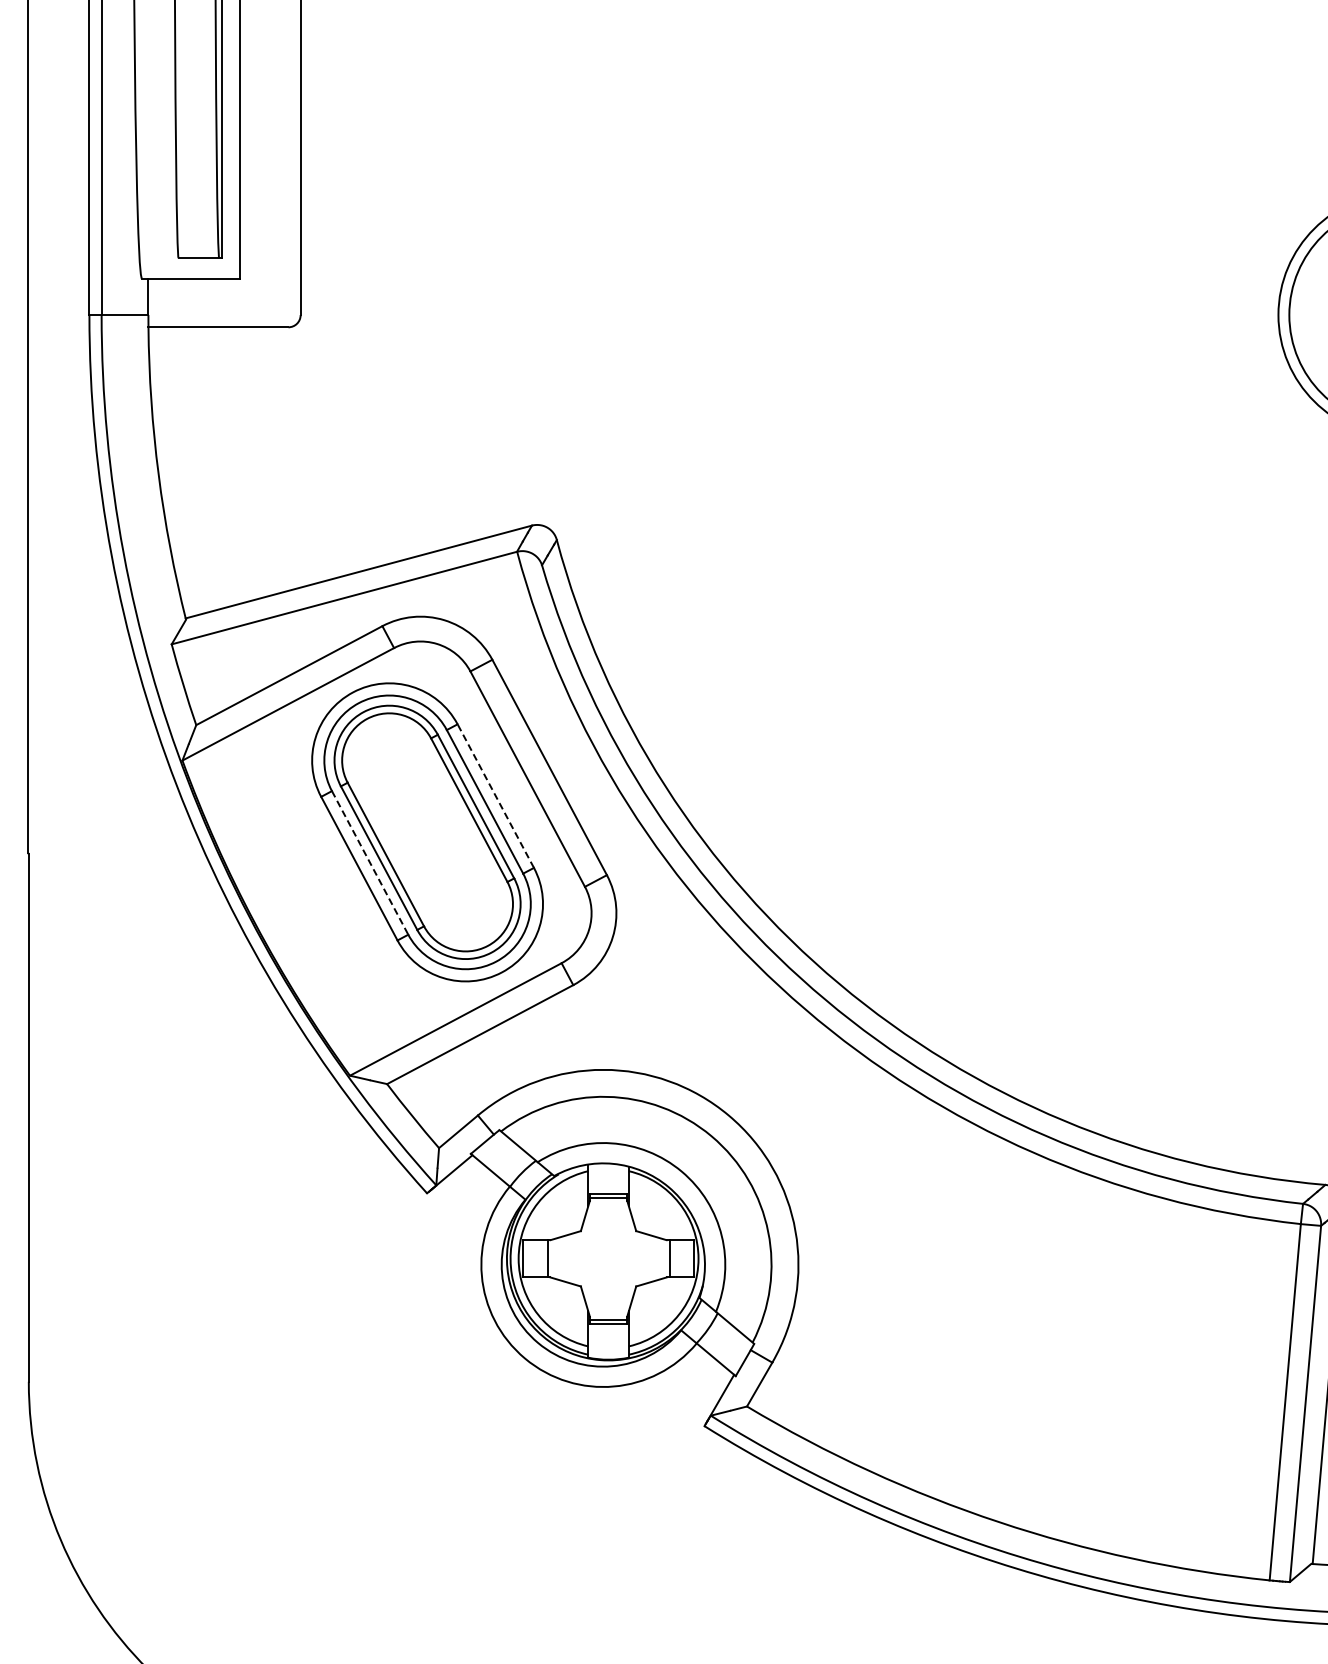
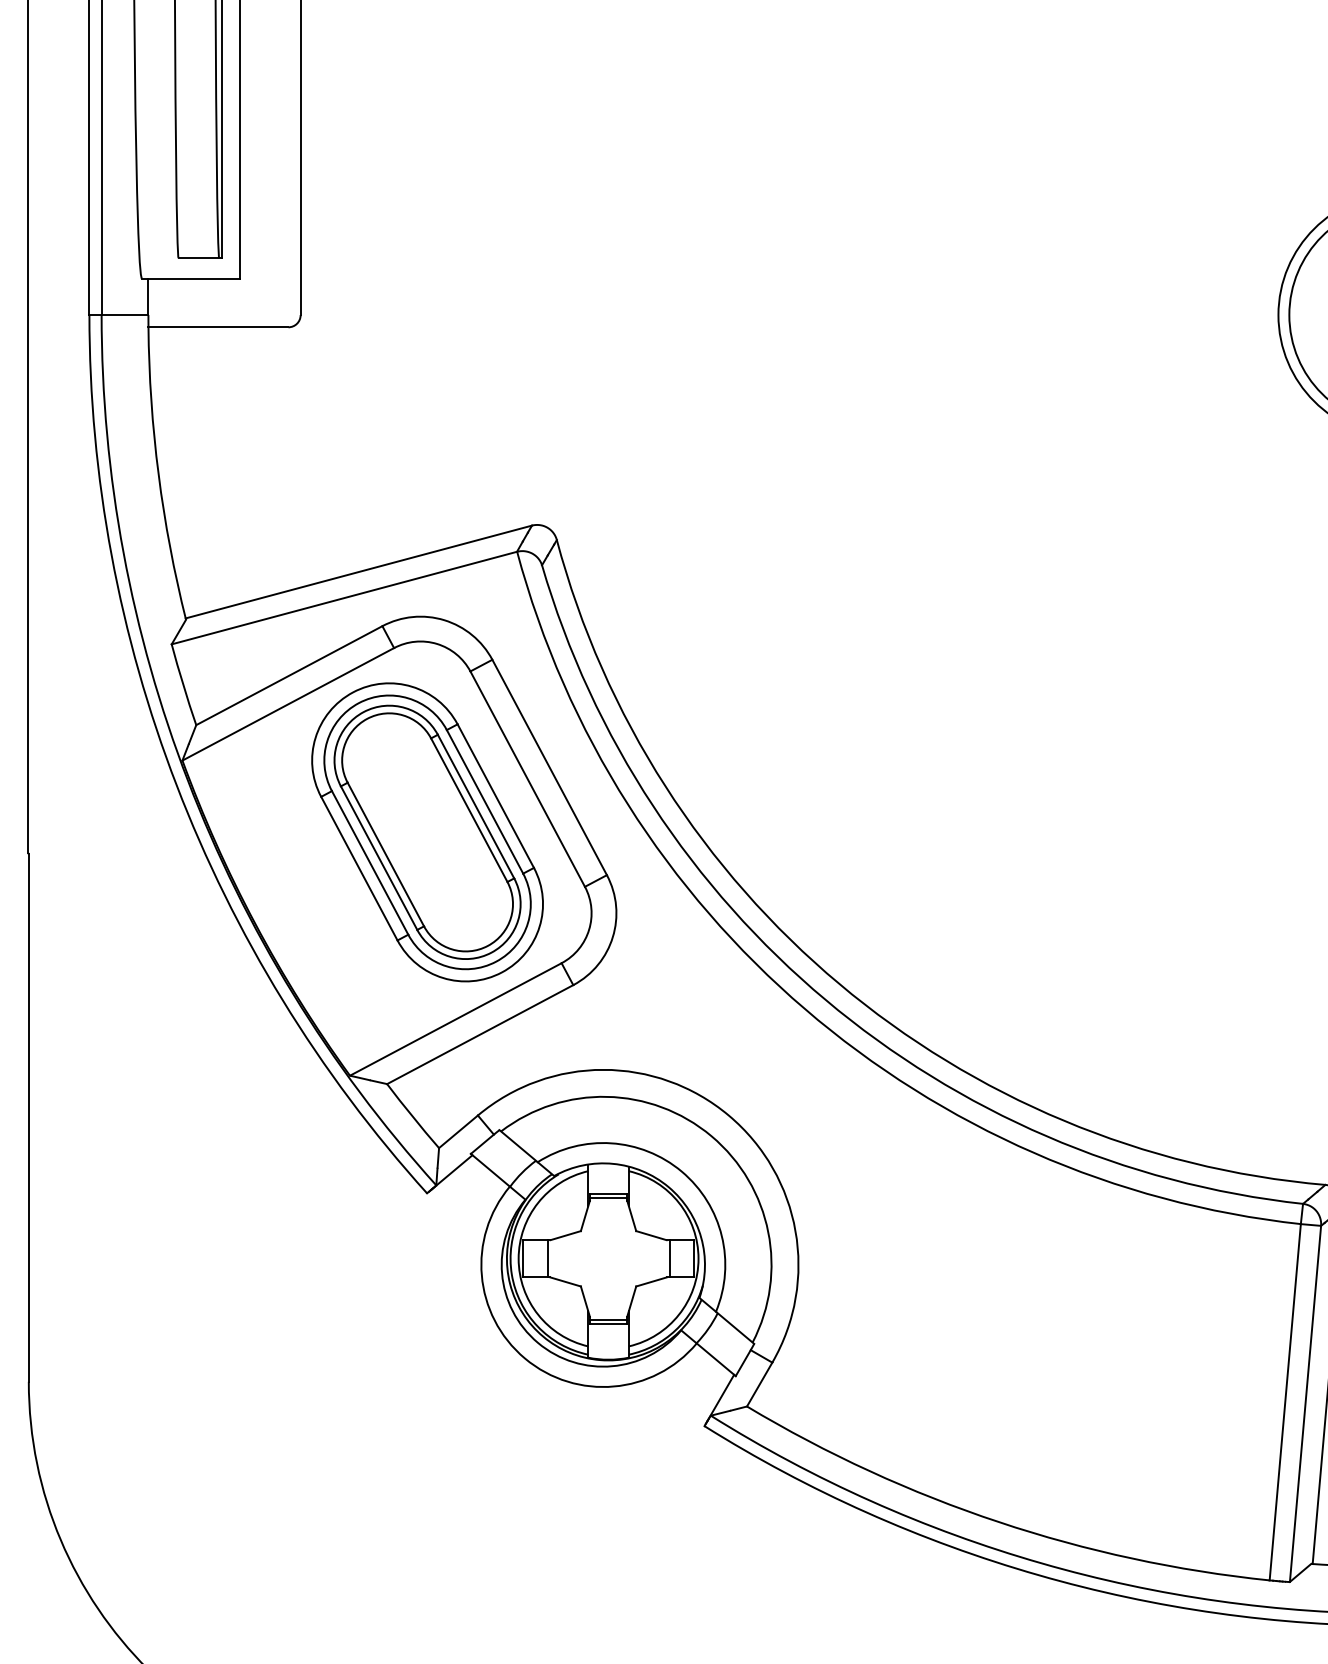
line at (495, 795): dashed -> solid
line at (370, 863): dashed -> solid
